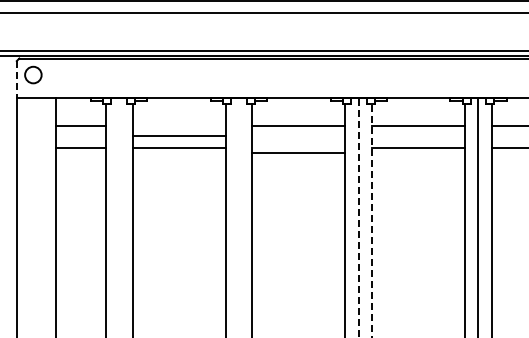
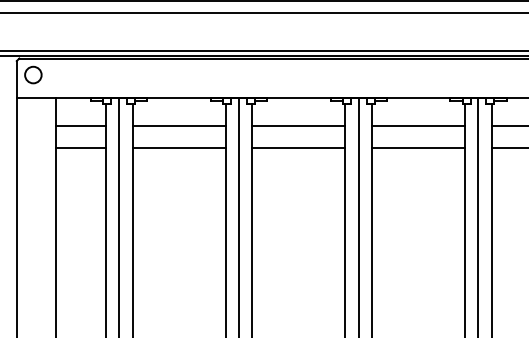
line at (16, 80): dashed -> solid
line at (178, 135) position: (178, 135) -> (178, 125)
line at (298, 153) position: (298, 153) -> (298, 148)
line at (119, 216): none -> present
line at (238, 216): none -> present
line at (358, 218): dashed -> solid
line at (372, 220): dashed -> solid
